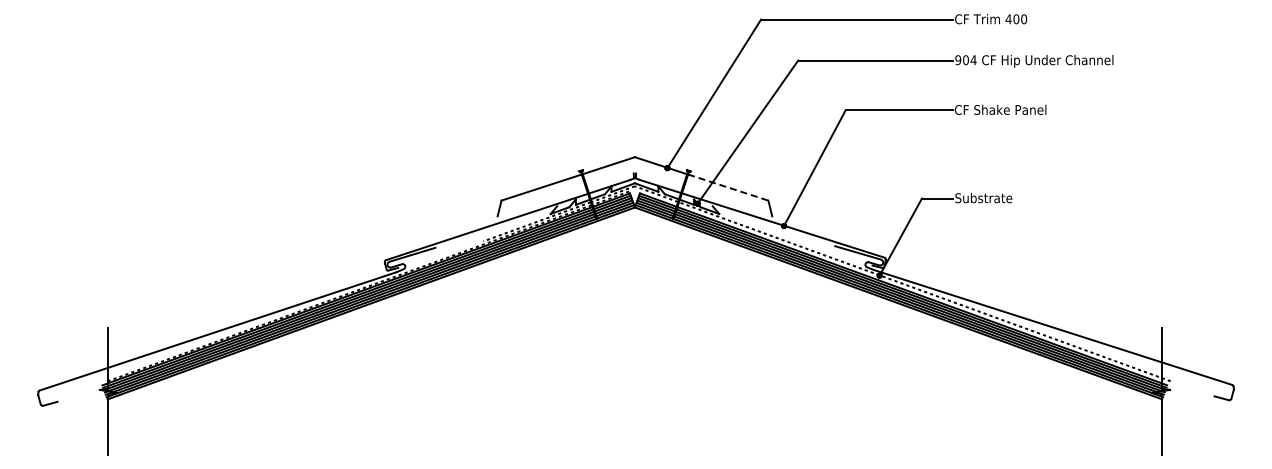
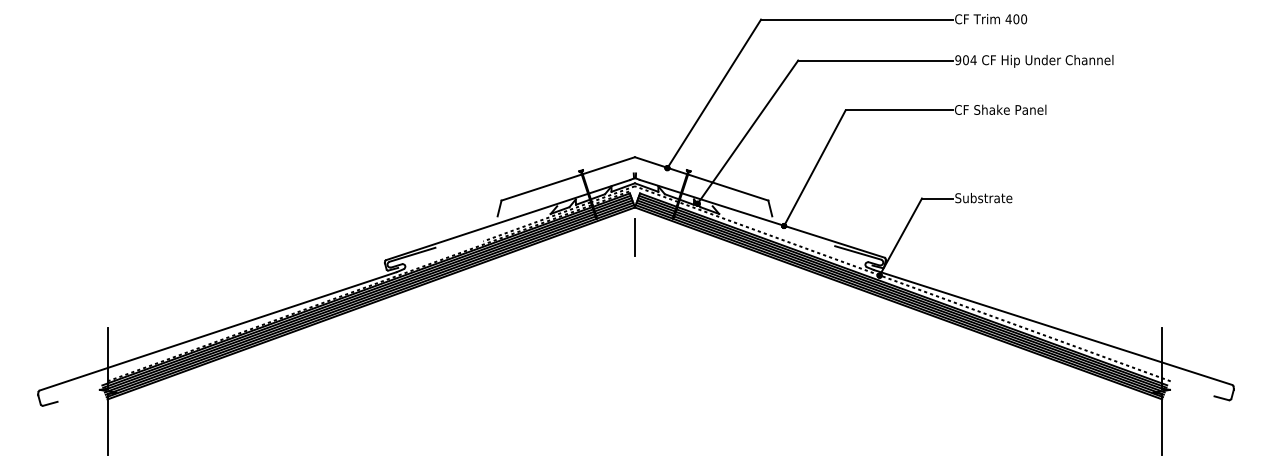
line at (728, 187): dashed -> solid
line at (634, 237): none -> present
